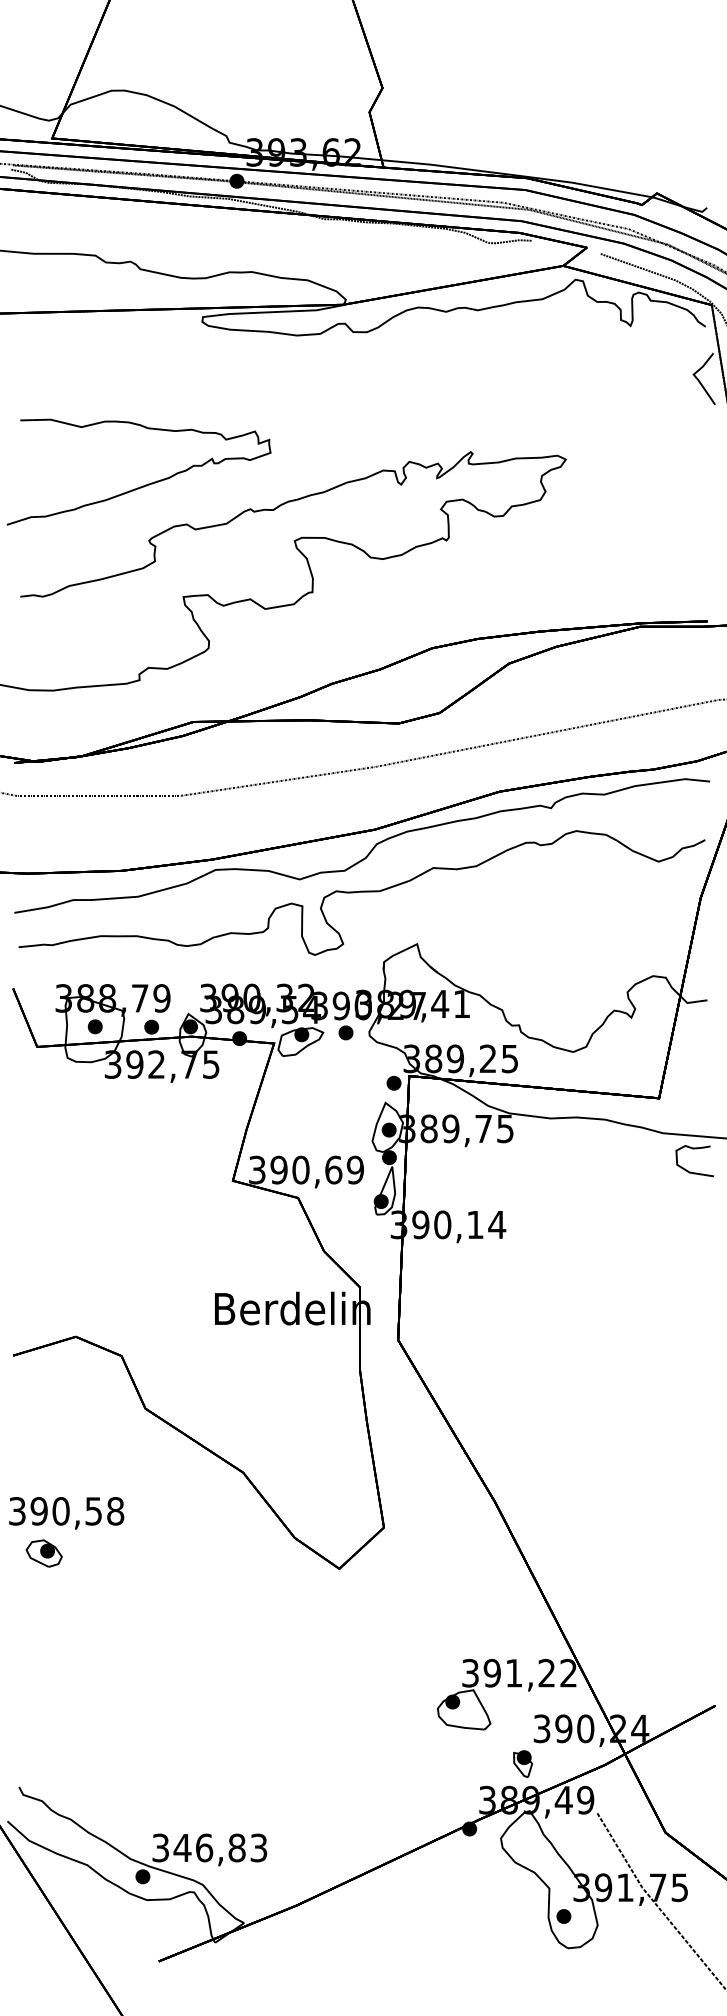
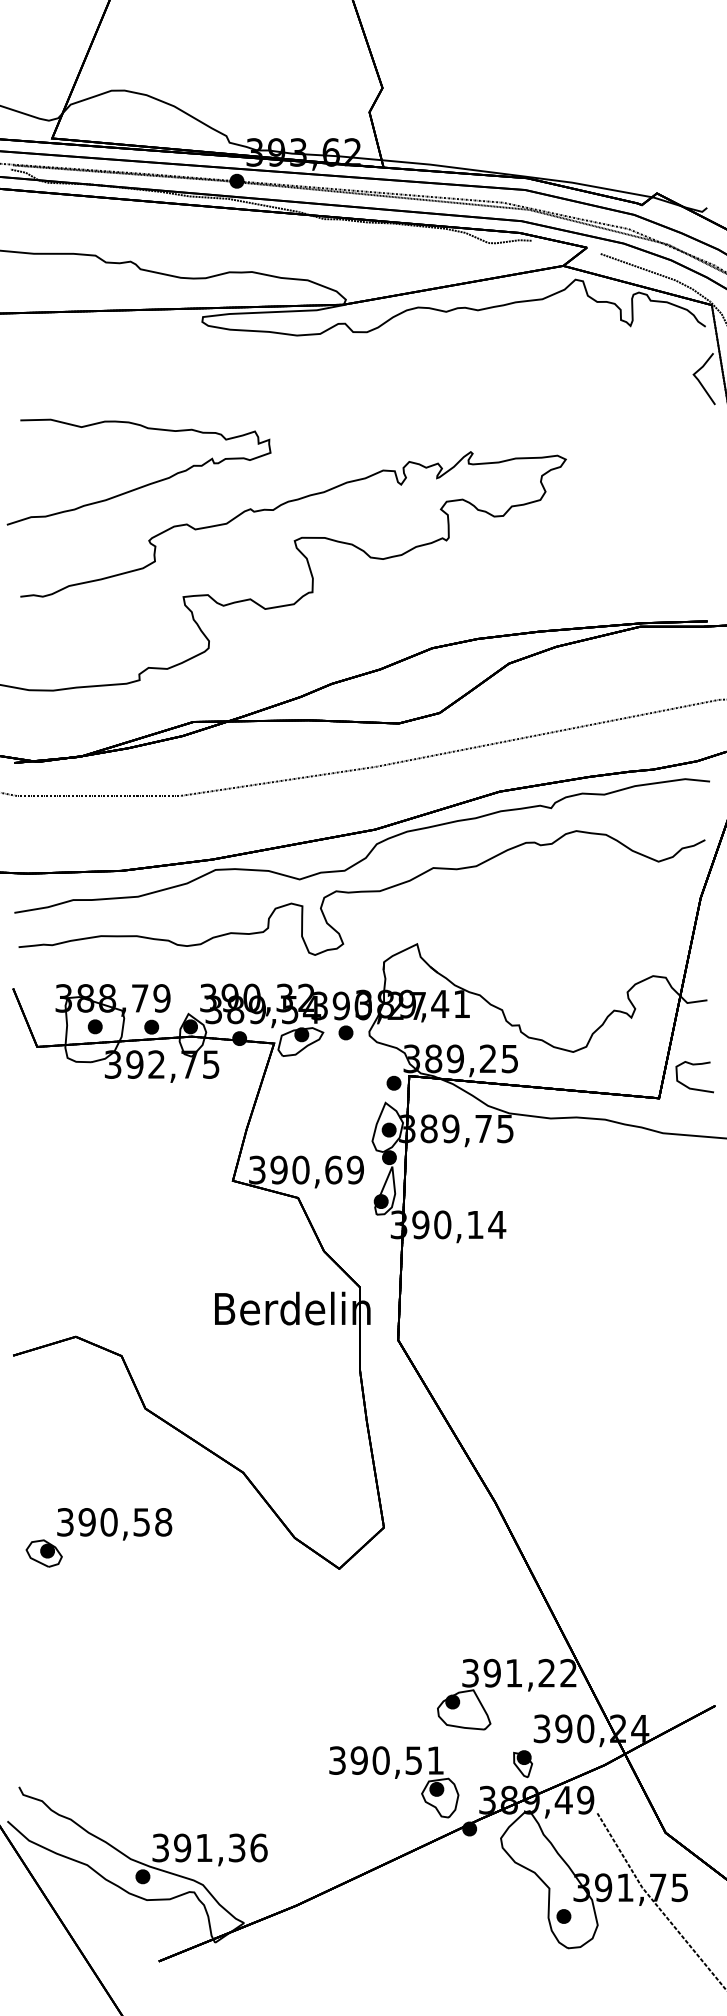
curve at (690, 1171) position: (690, 1171) -> (690, 1087)
text at (66, 1513) position: (66, 1513) -> (114, 1524)
part at (394, 1782): none -> present
text at (220, 1847): 346,83 -> 391,36
